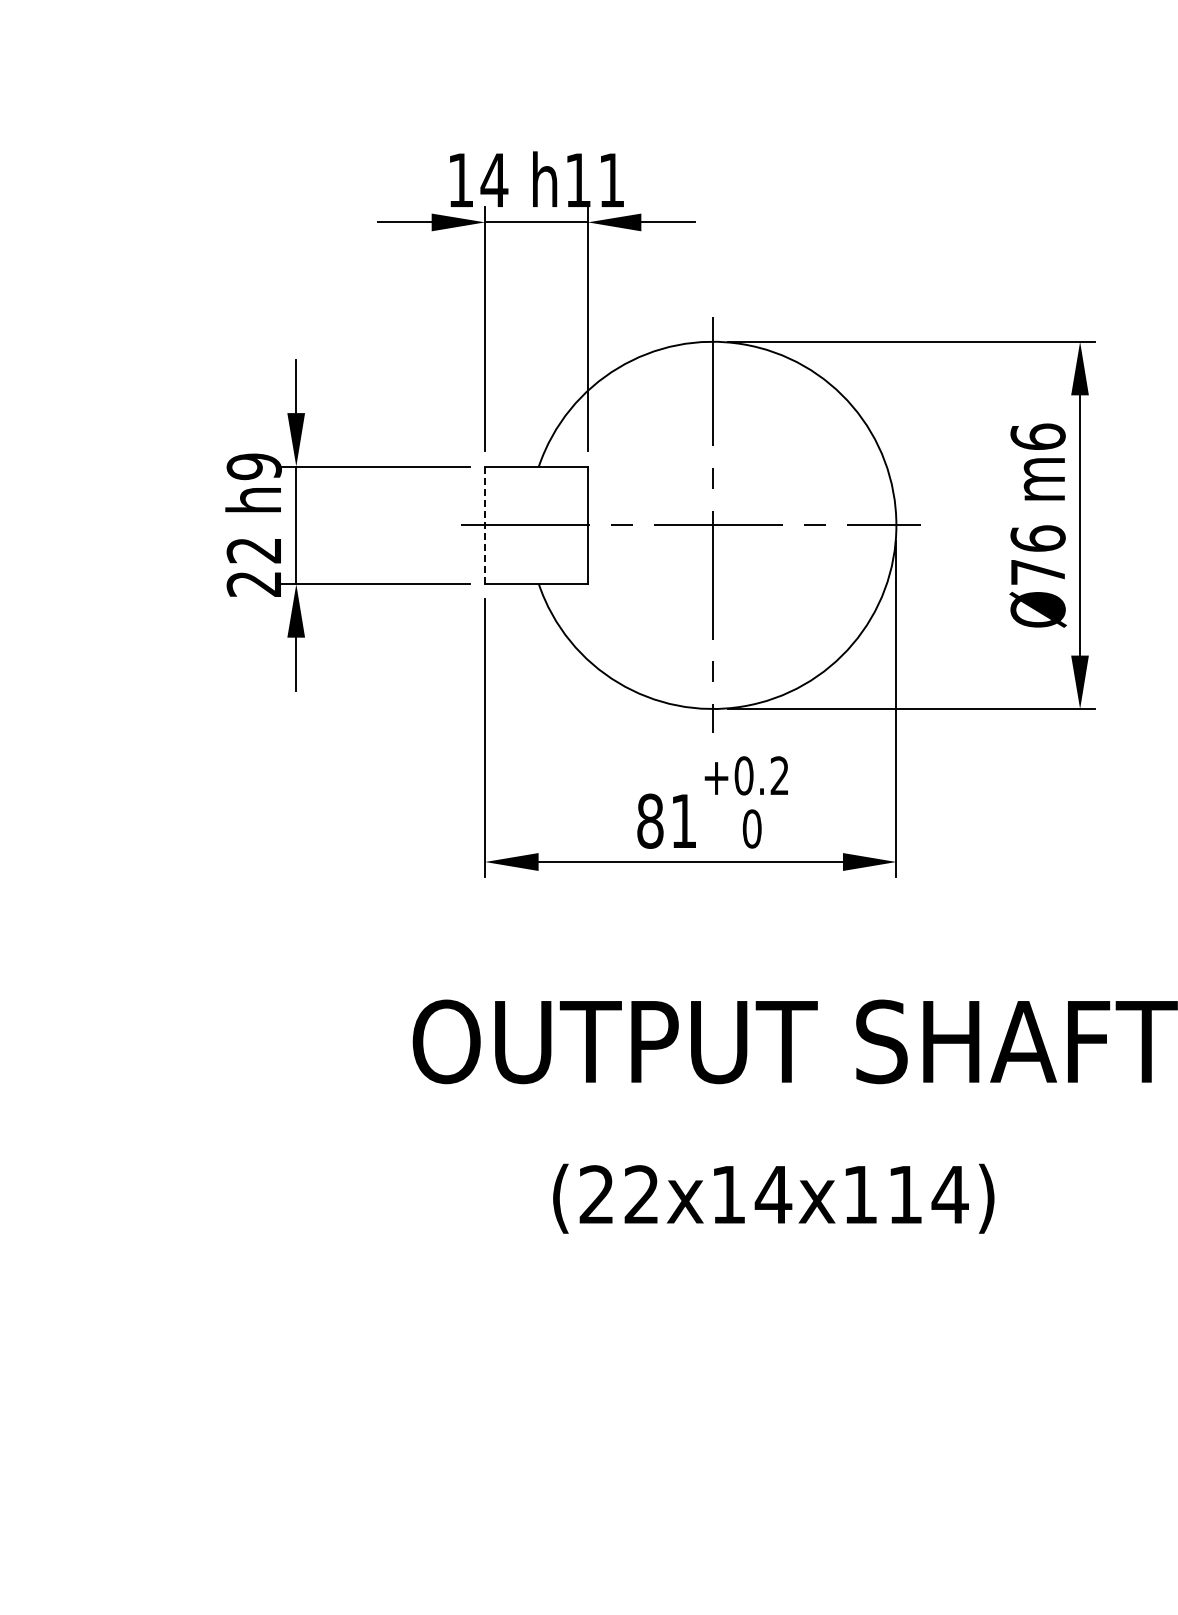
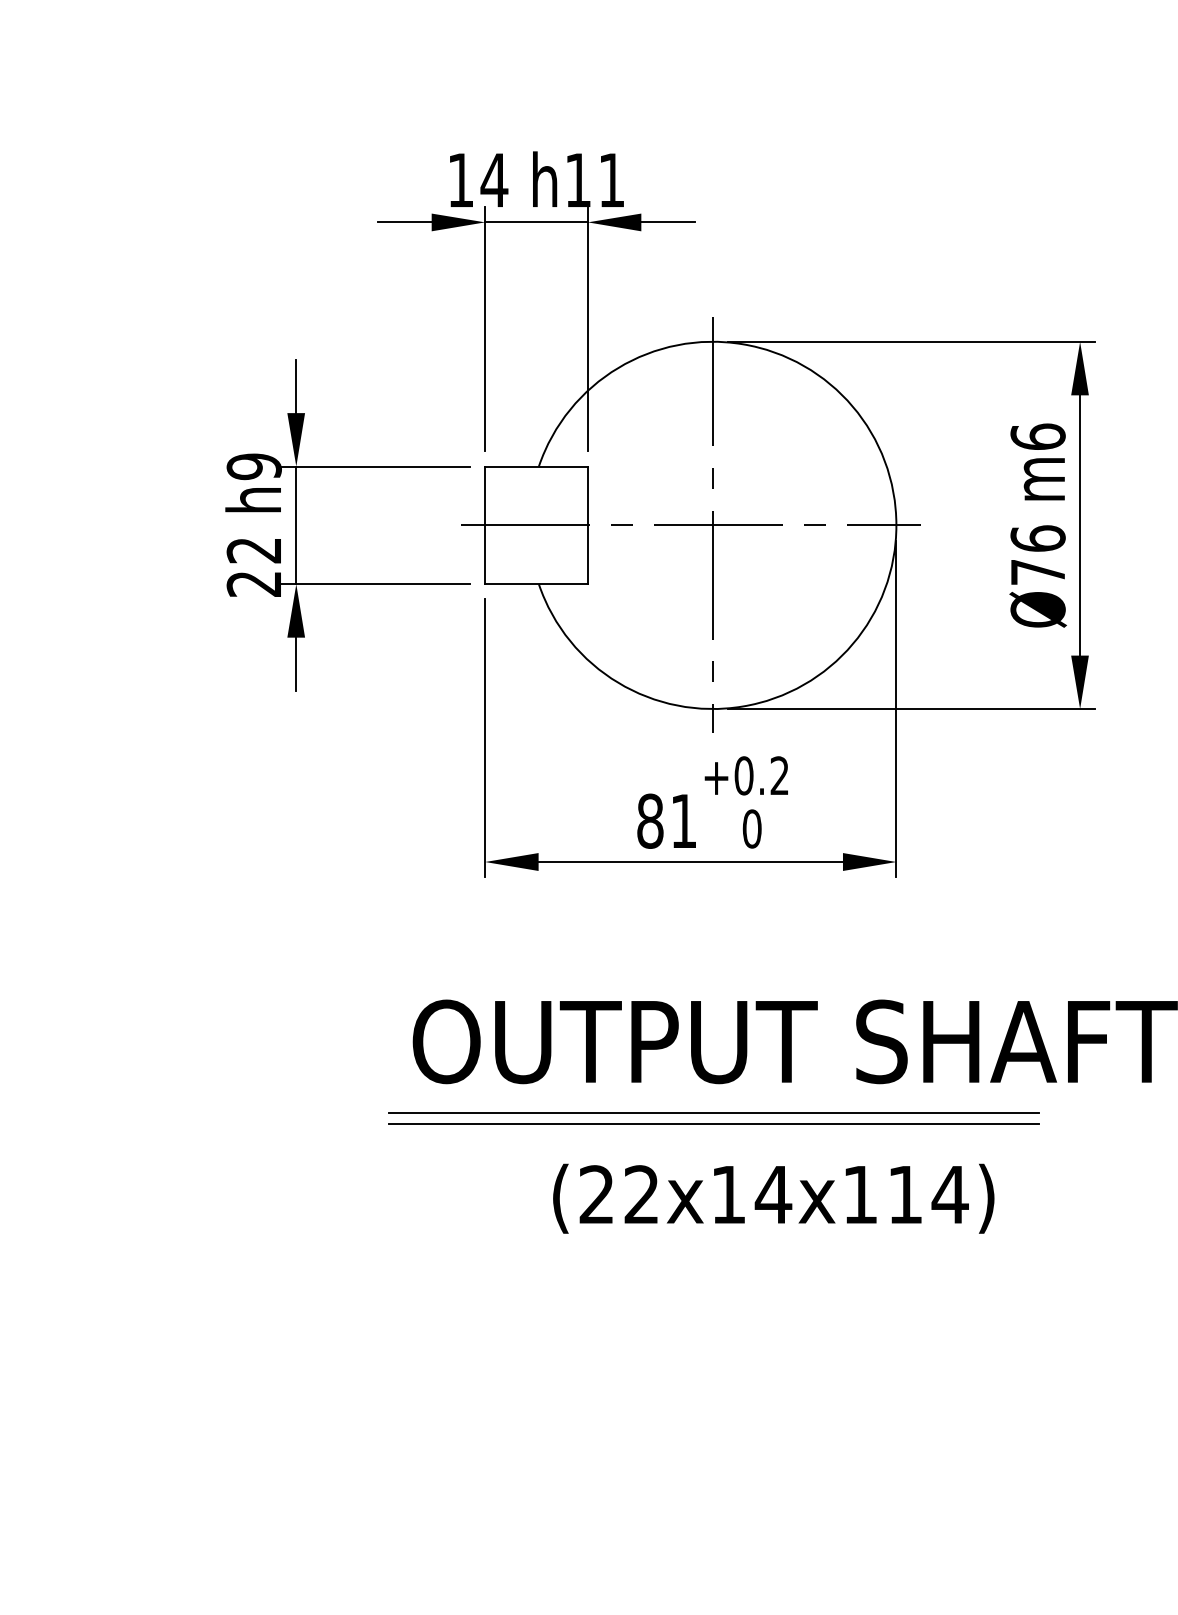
line at (485, 525): dashed -> solid
line at (713, 1112): none -> present
line at (713, 1123): none -> present
